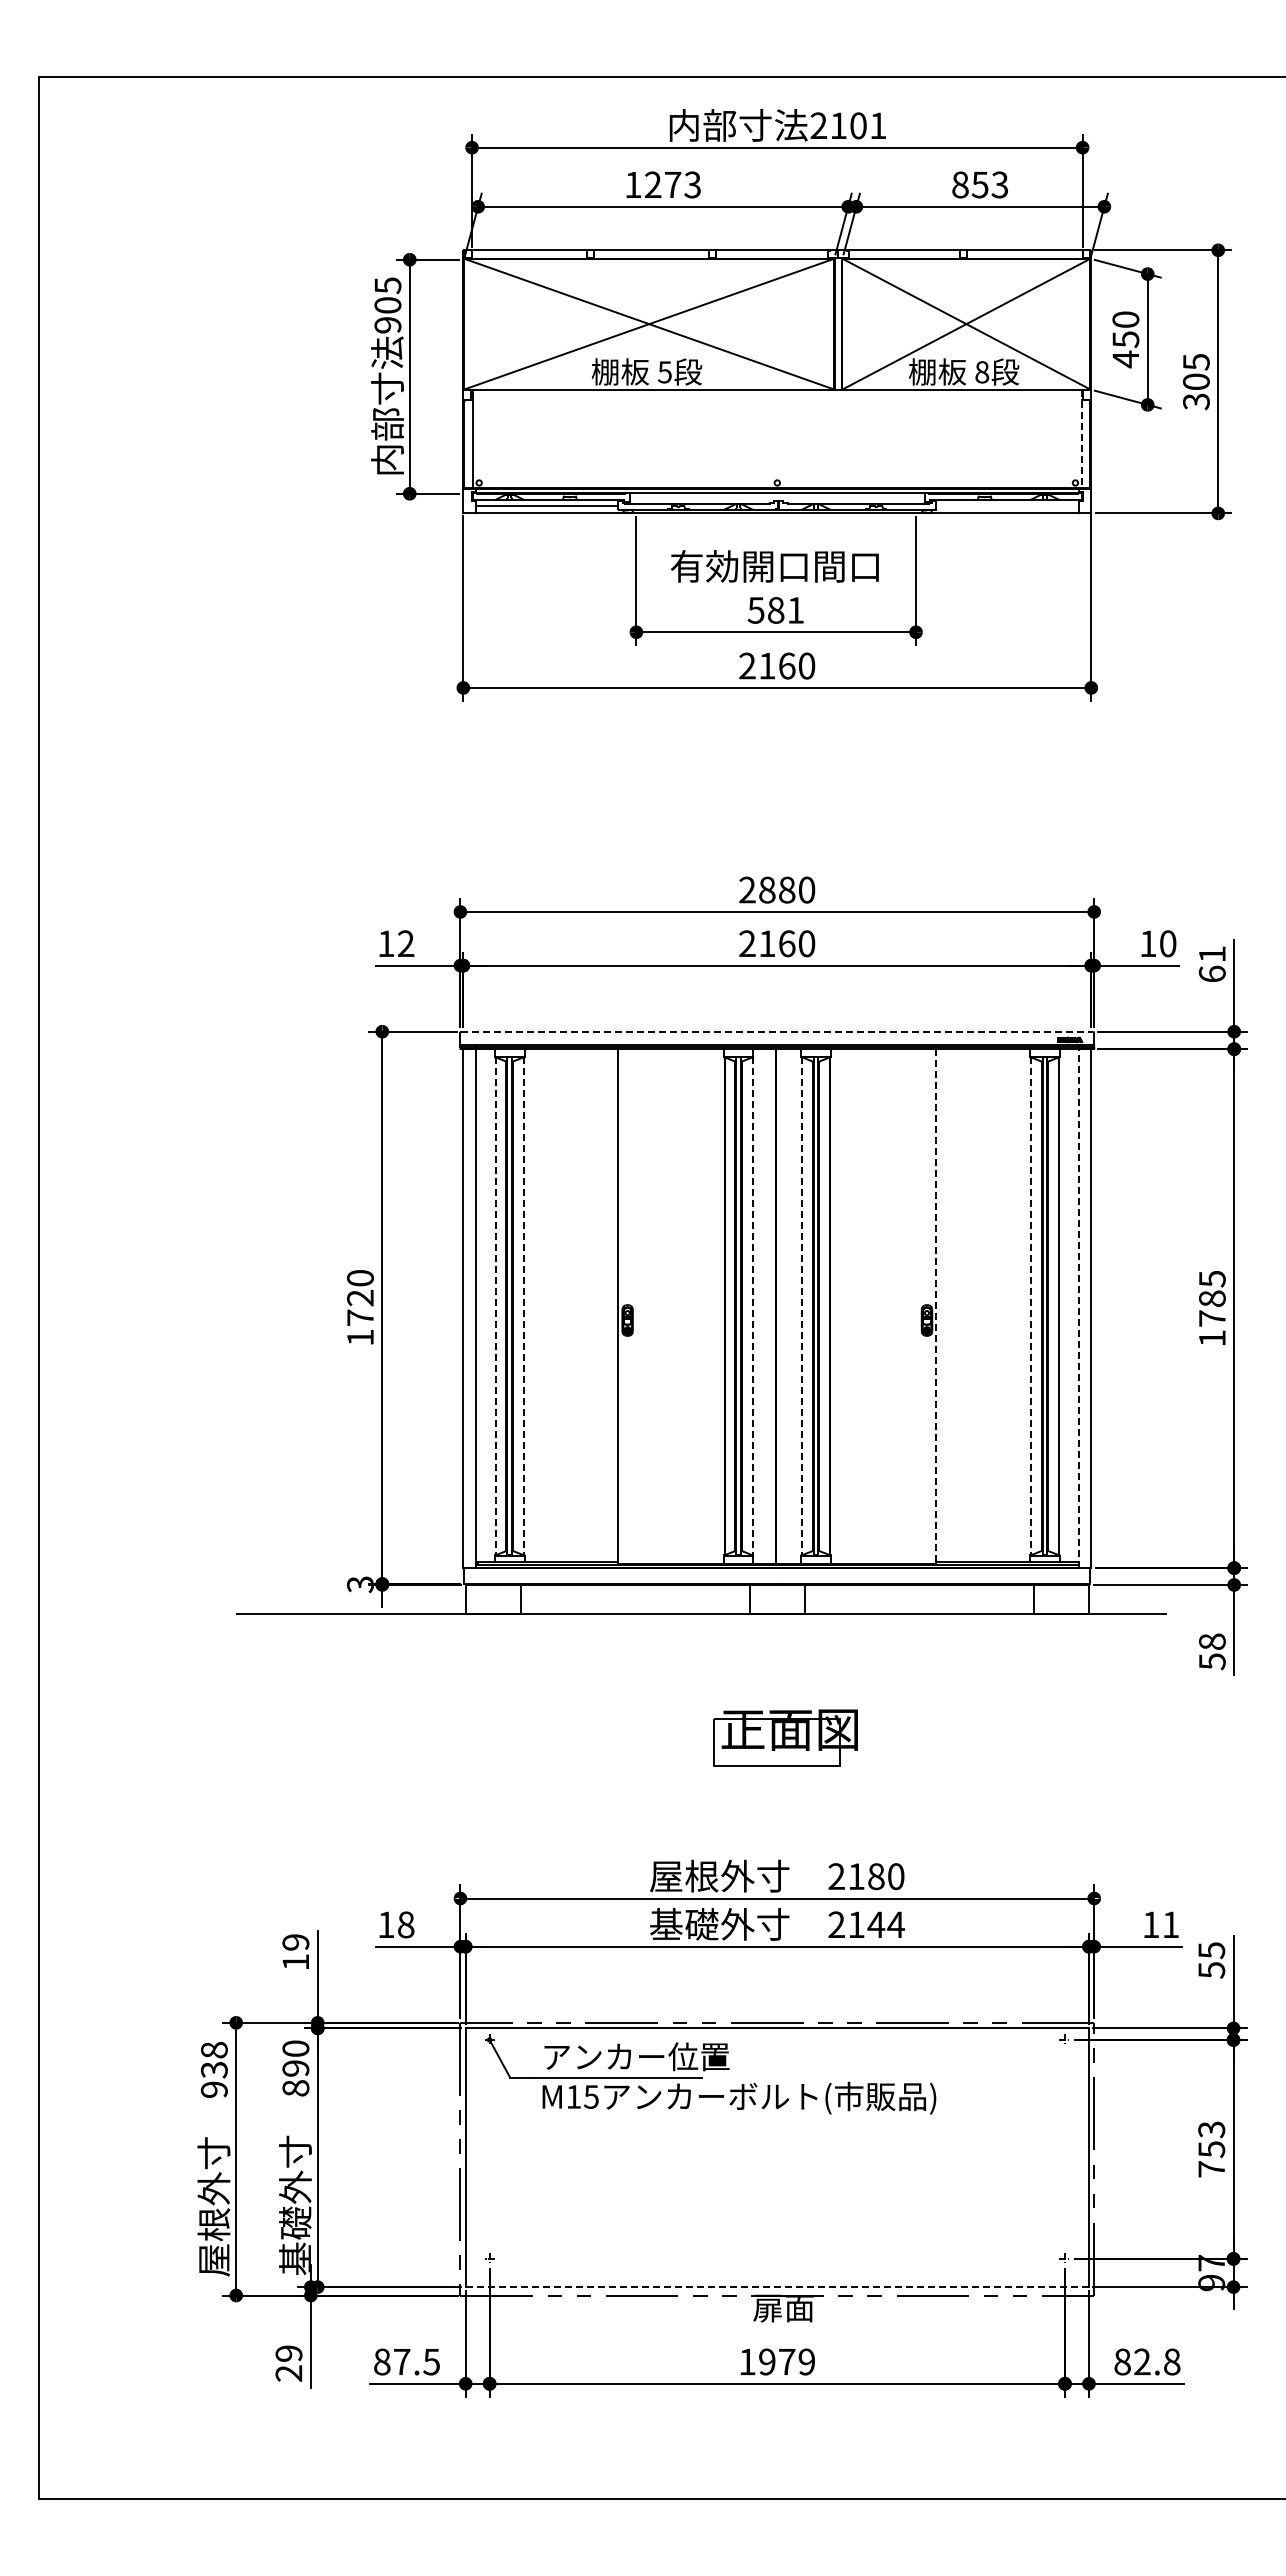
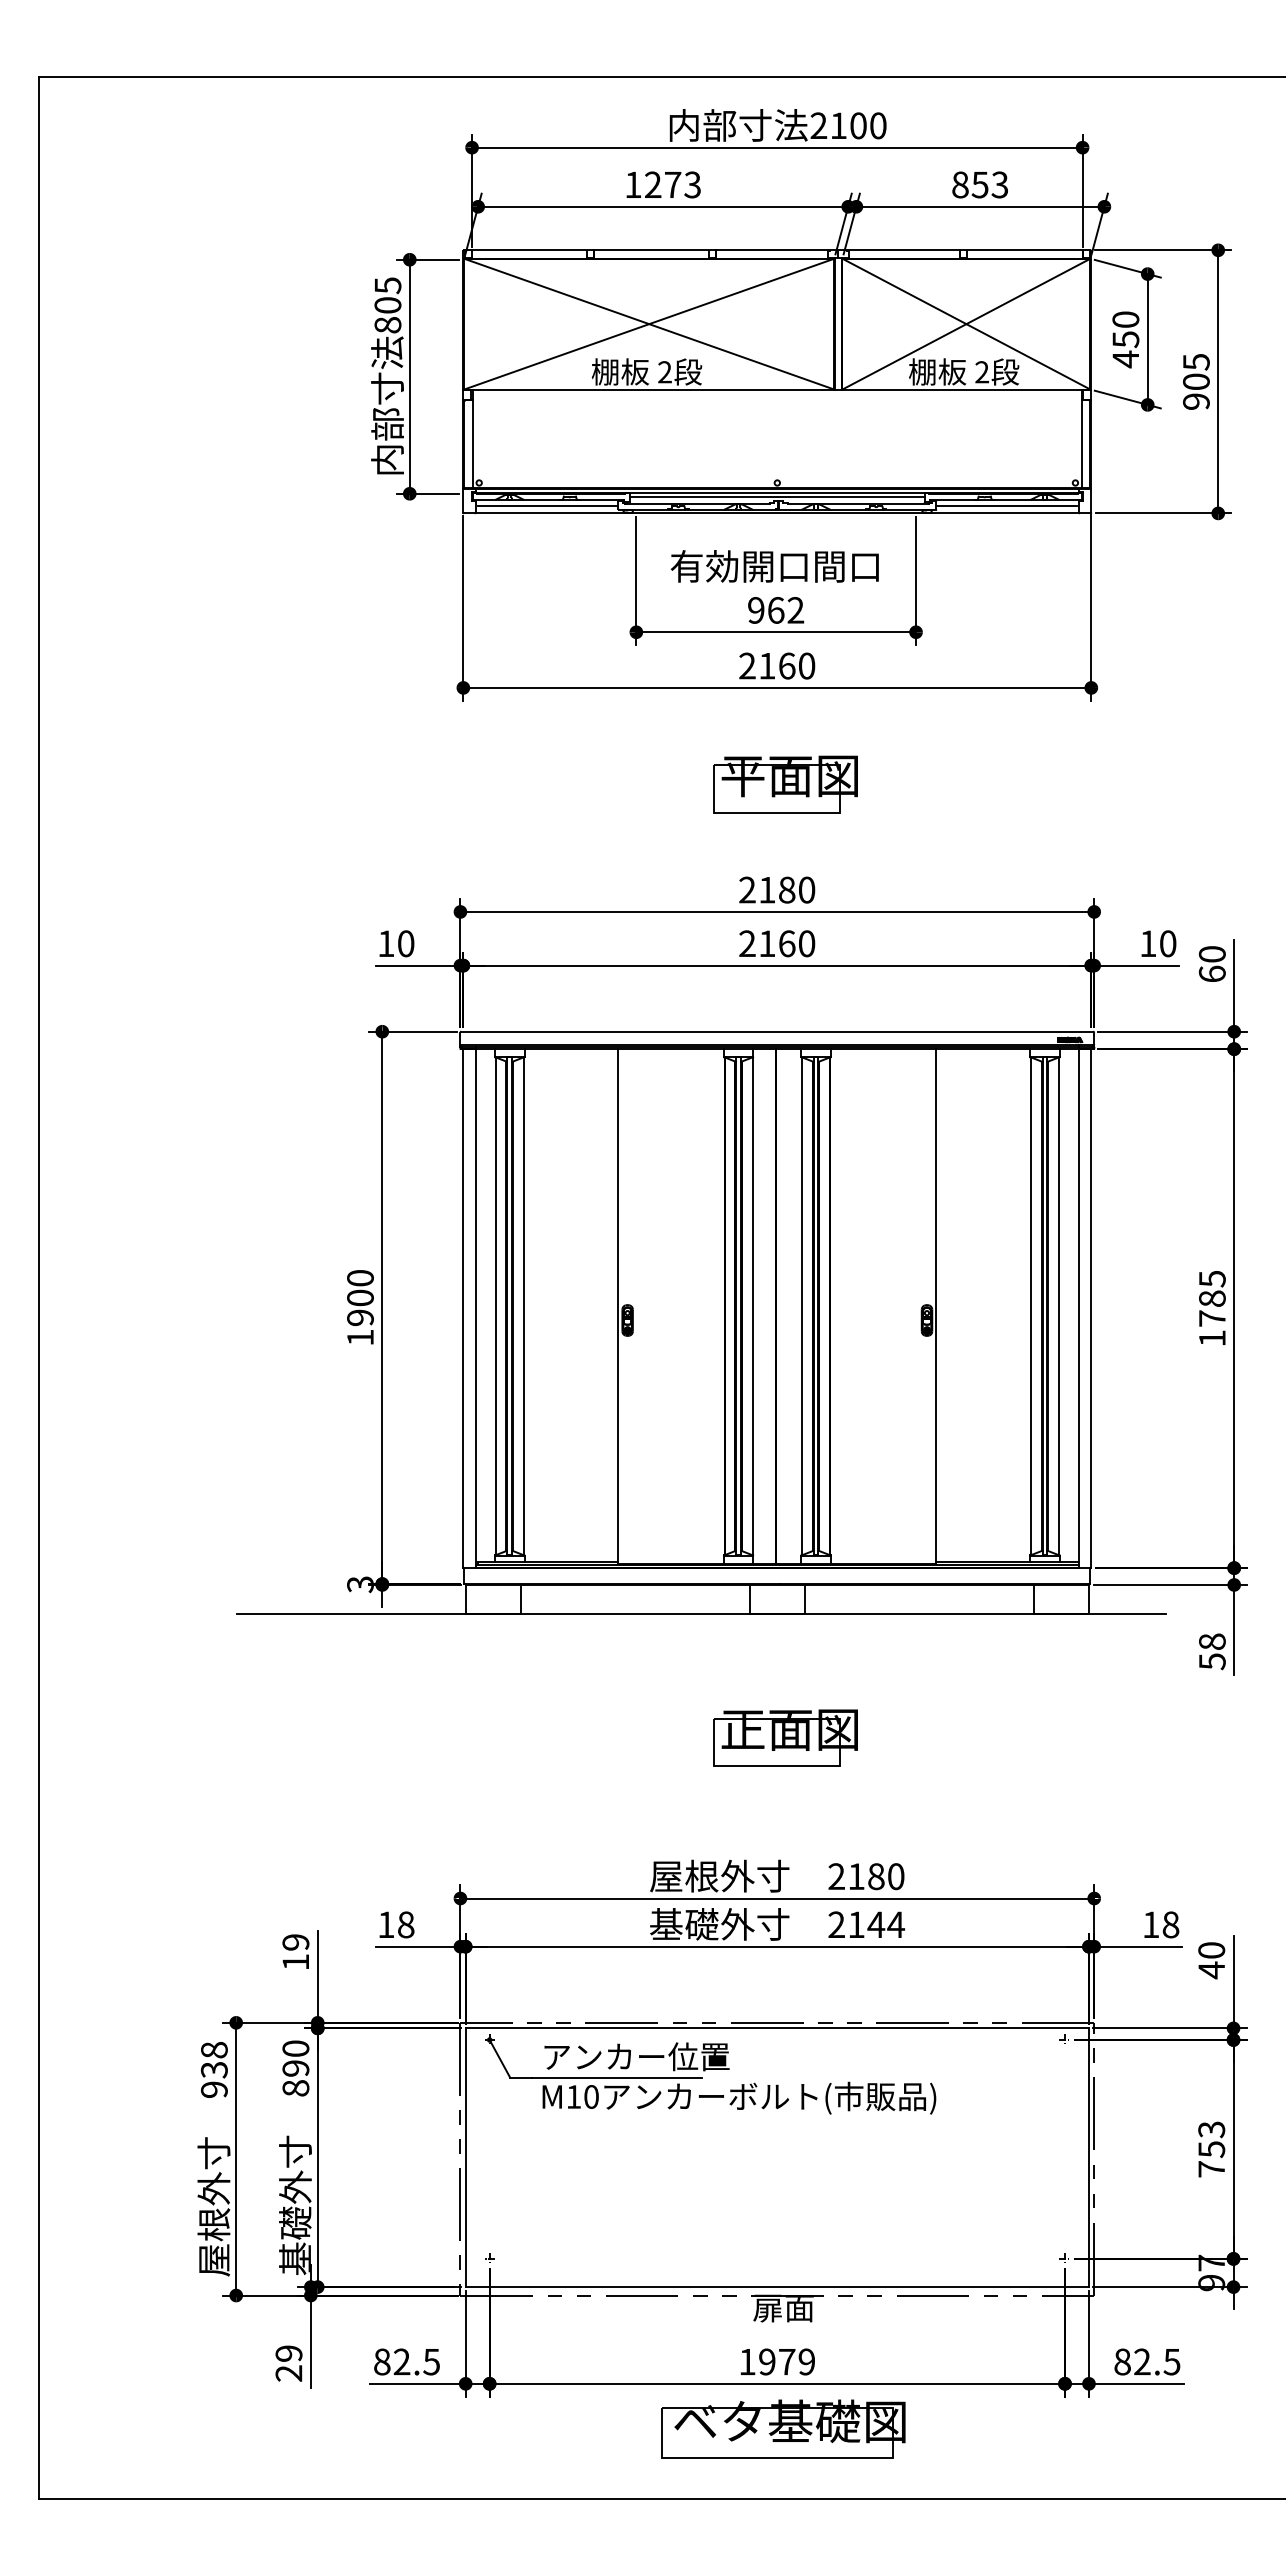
text at (878, 125): 2101 -> 2100
text at (387, 325): 905 -> 805
text at (664, 372): 5 -> 2
text at (982, 372): 8 -> 2
text at (1196, 401): 305 -> 905
line at (1082, 439): dashed -> solid
line at (777, 496): none -> present
line at (1006, 506): none -> present
text at (775, 610): 581 -> 962
part at (785, 784): none -> present
text at (767, 889): 2880 -> 2180
text at (405, 943): 12 -> 10
text at (1211, 954): 61 -> 60
line at (777, 1031): dashed -> solid
line at (495, 1306): dashed -> solid
line at (523, 1306): dashed -> solid
line at (752, 1306): dashed -> solid
line at (802, 1306): dashed -> solid
line at (936, 1306): dashed -> solid
line at (1030, 1306): dashed -> solid
text at (360, 1307): 1720 -> 1900
line at (1079, 1308): dashed -> solid
text at (1170, 1924): 11 -> 18
text at (1211, 1960): 55 -> 40
text at (591, 2096): M15 -> M10
line at (777, 2287): dashed -> solid
text at (401, 2361): 87.5 -> 82.5
text at (1171, 2361): 82.8 -> 82.5
part at (783, 2428): none -> present
